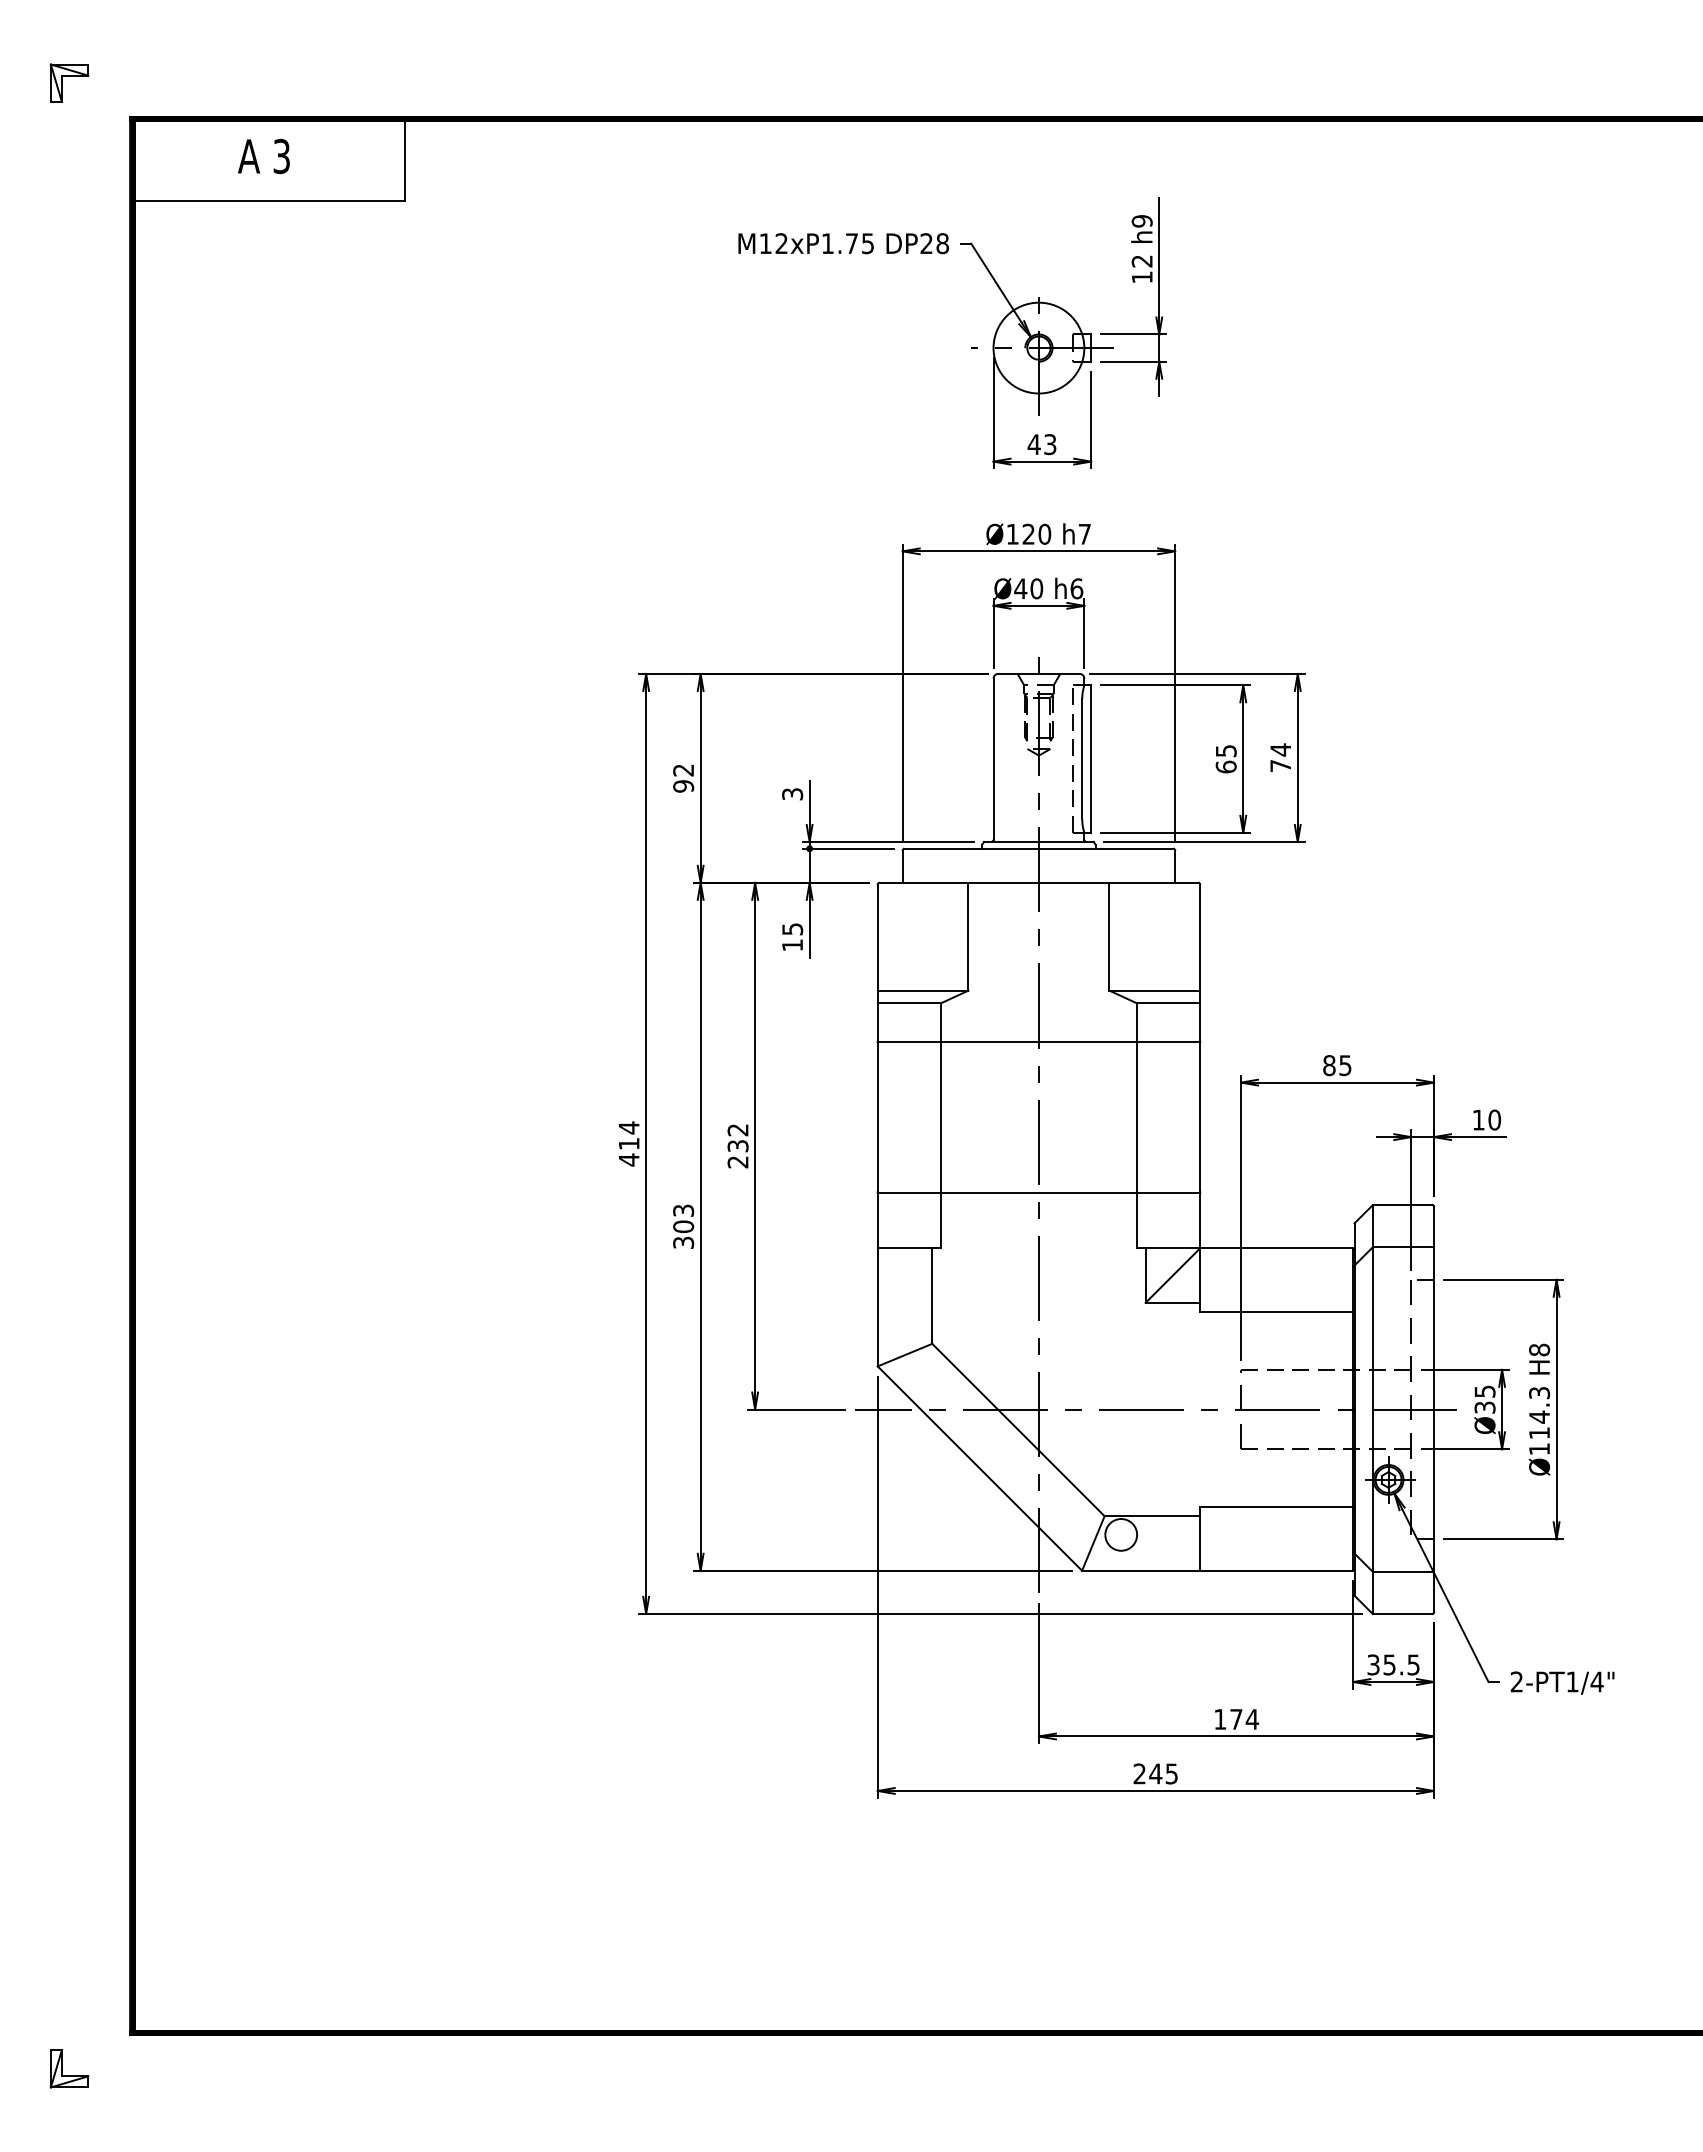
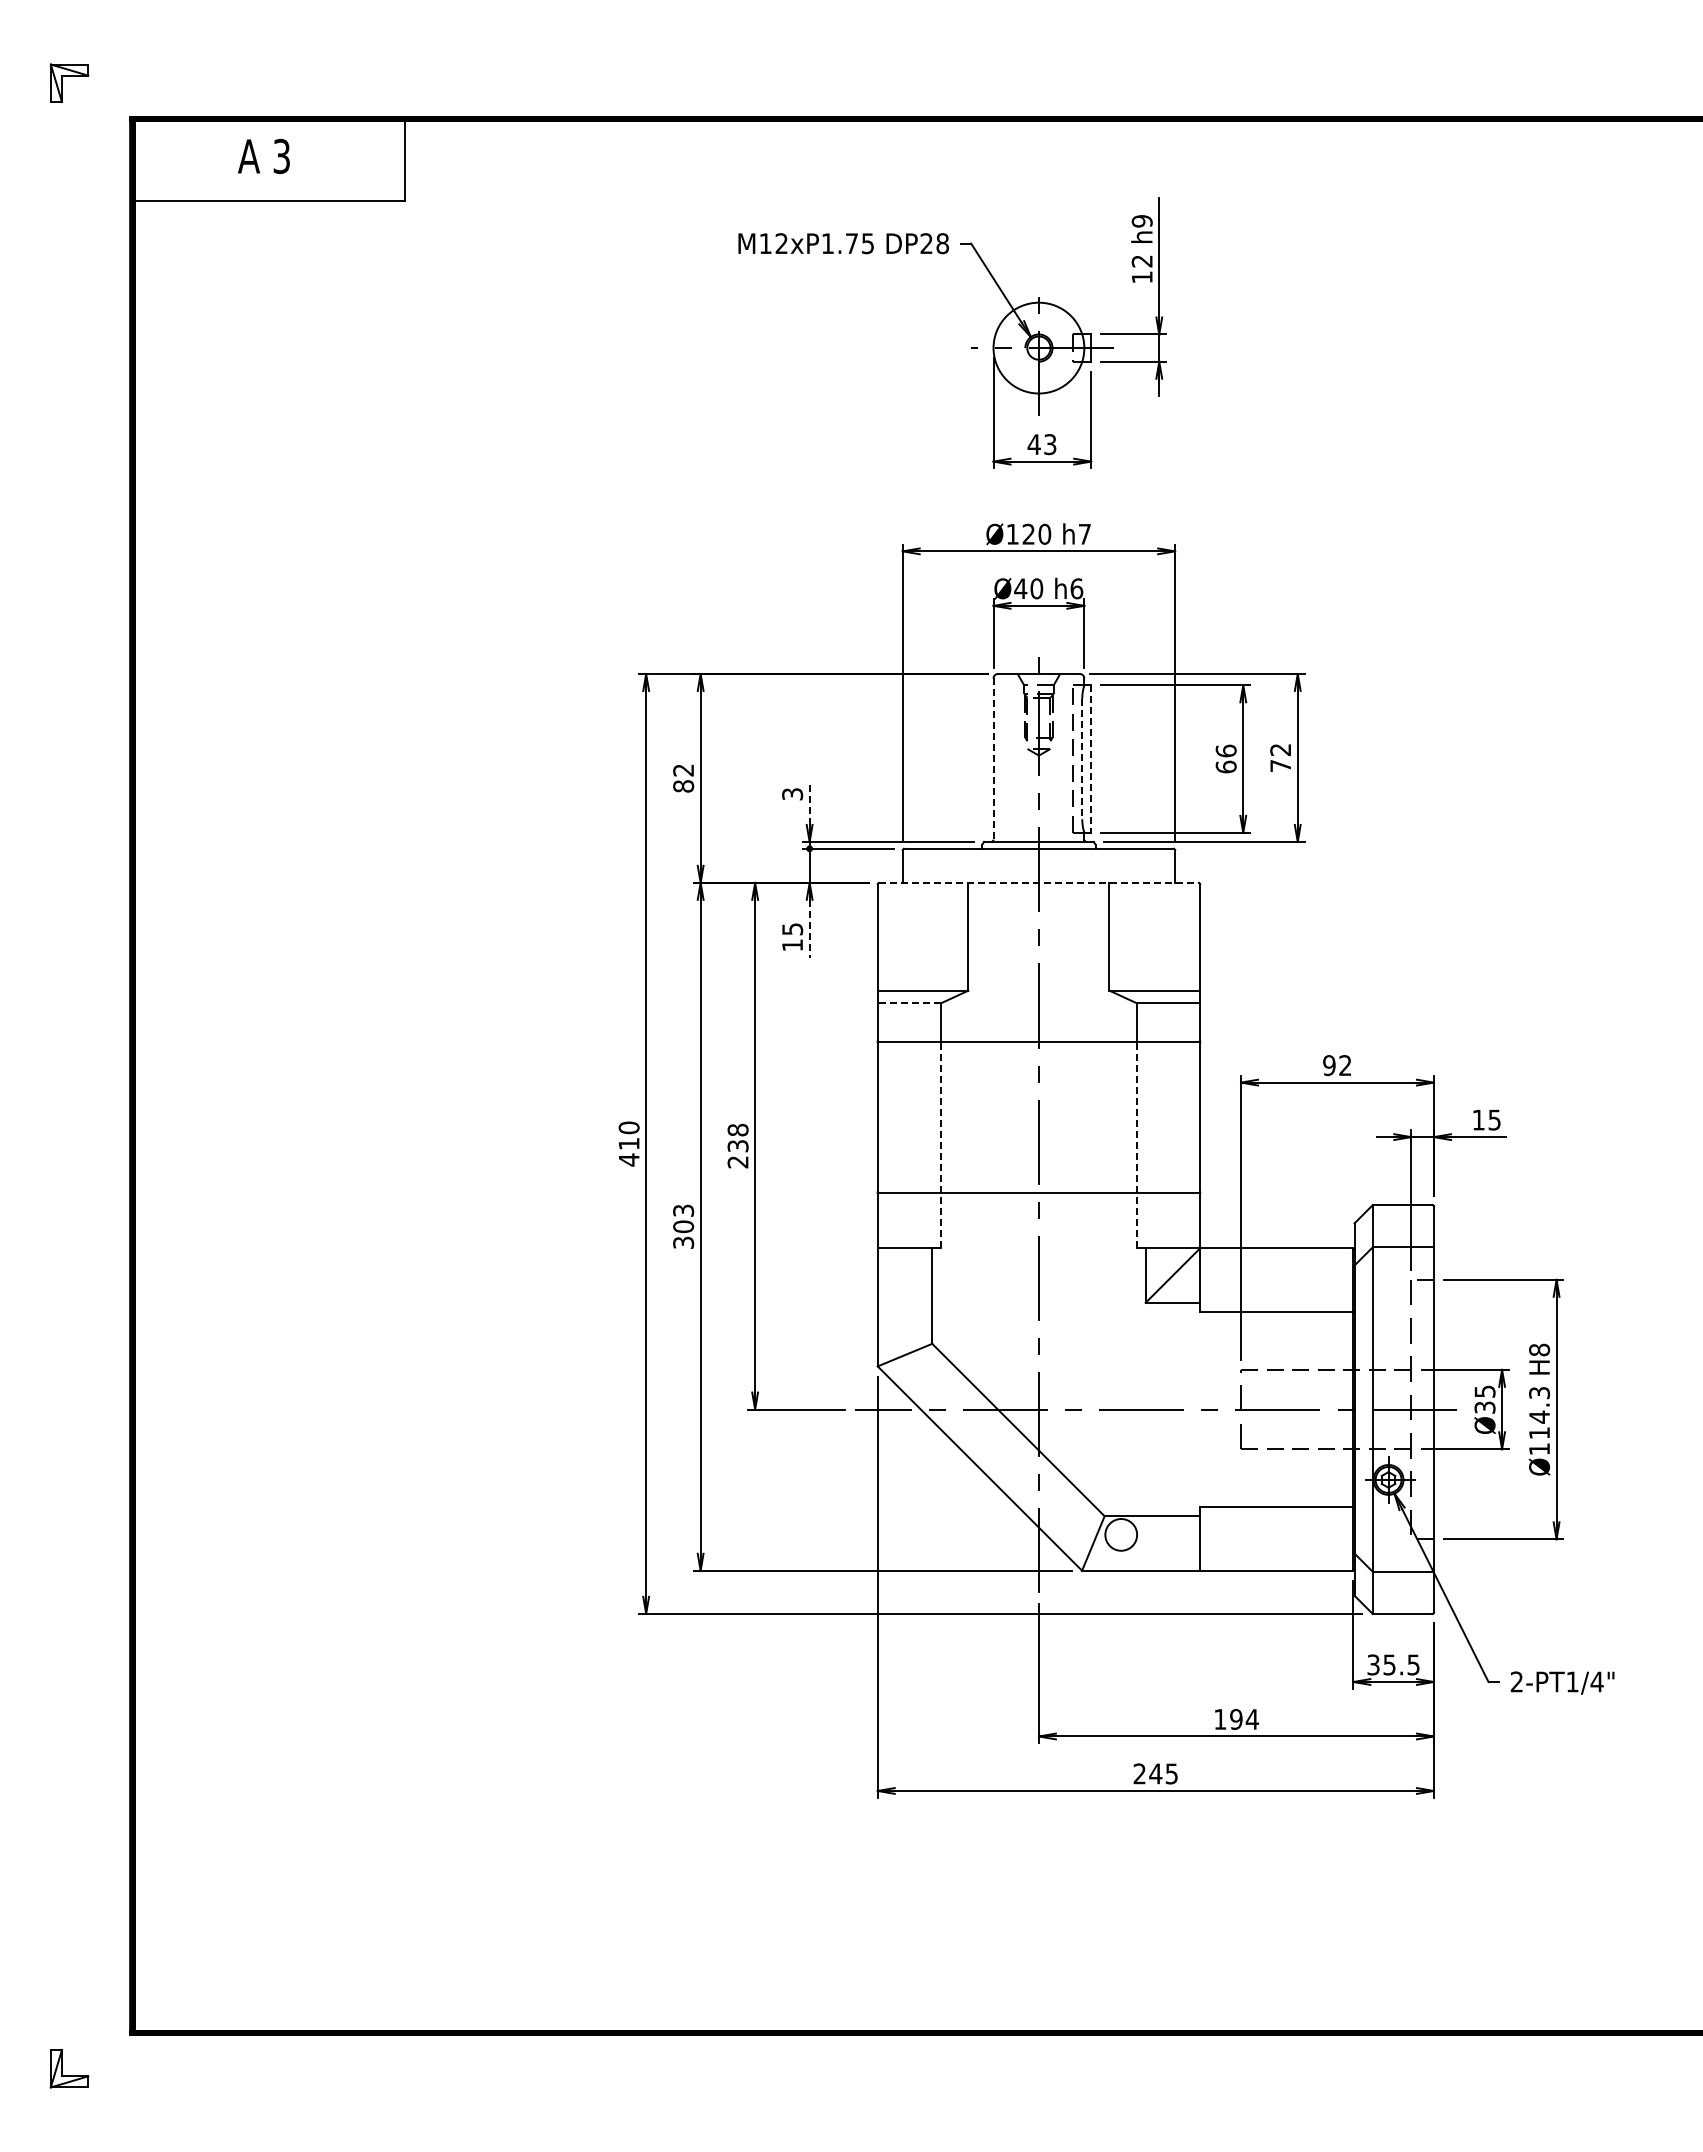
text at (1280, 749): 74 -> 72
text at (1225, 750): 65 -> 66
line at (993, 759): solid -> dashed
line at (1082, 759): solid -> dashed
line at (1091, 759): solid -> dashed
text at (683, 786): 92 -> 82
line at (809, 802): solid -> dashed
line at (1039, 882): solid -> dashed
line at (809, 928): solid -> dashed
line at (909, 1003): solid -> dashed
text at (1337, 1065): 85 -> 92
text at (1494, 1119): 10 -> 15
text at (628, 1127): 414 -> 410
text at (737, 1129): 232 -> 238
line at (941, 1144): solid -> dashed
line at (1136, 1144): solid -> dashed
text at (1236, 1719): 174 -> 194
